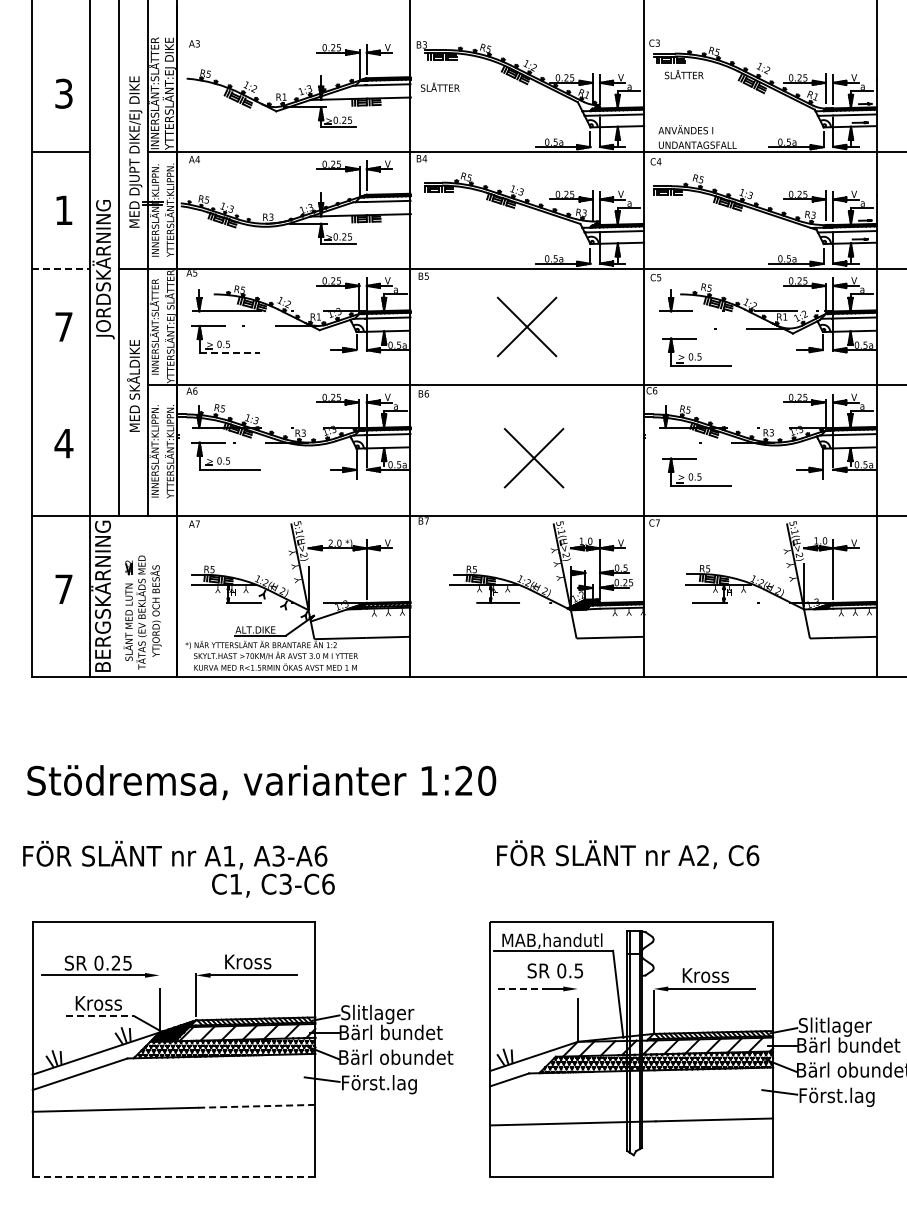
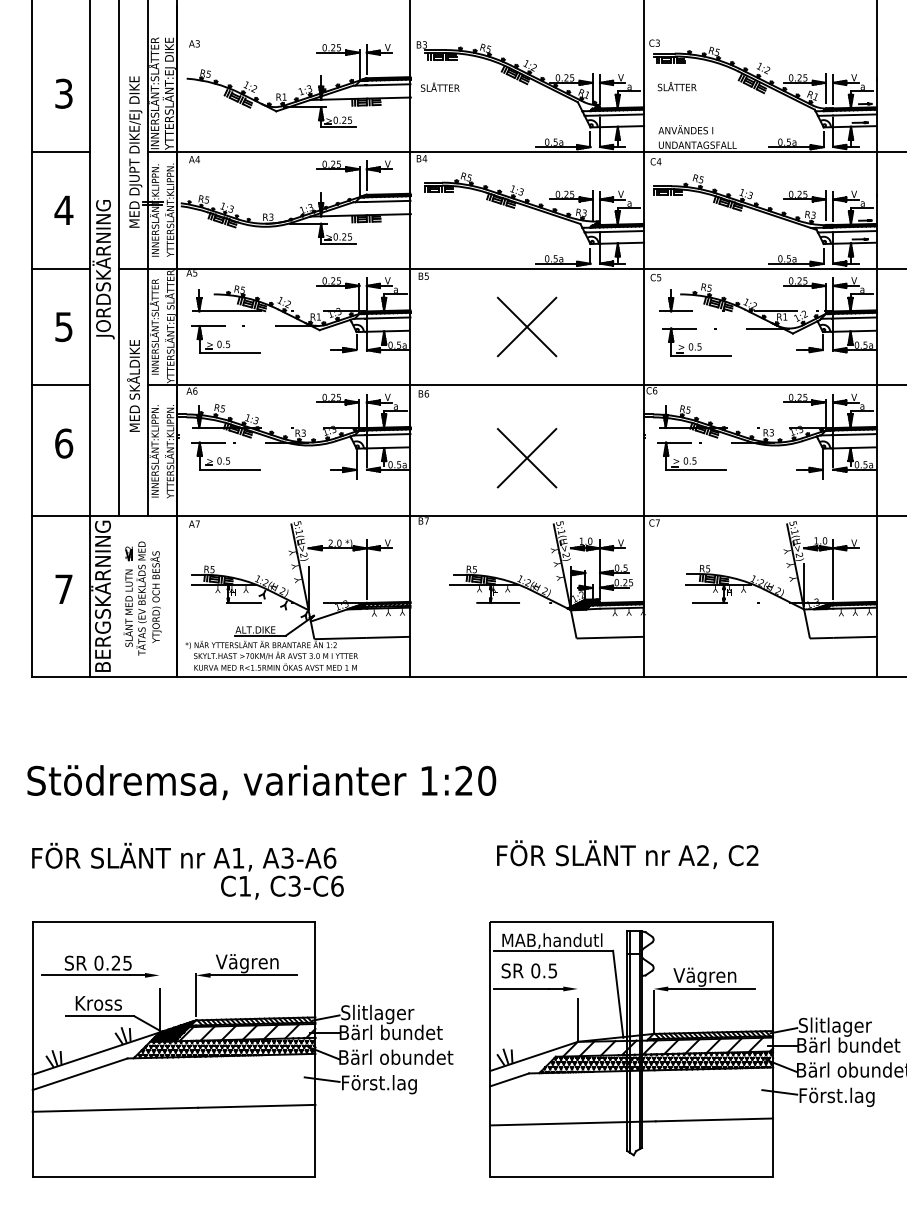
text at (683, 74) position: (683, 74) -> (676, 86)
text at (63, 209): 1 -> 4
line at (61, 268): dashed -> solid
text at (63, 327): 7 -> 5
part at (696, 351) position: (696, 351) -> (696, 341)
line at (229, 353): dashed -> solid
line at (60, 385): none -> present
text at (63, 443): 4 -> 6
part at (533, 458) position: (533, 458) -> (526, 458)
part at (696, 471) position: (696, 471) -> (691, 455)
part at (142, 612) position: (142, 612) -> (142, 598)
text at (752, 855): C6 -> C2
text at (178, 868) position: (178, 868) -> (187, 870)
text at (247, 963): Kross -> Vägren
text at (554, 970) position: (554, 970) -> (528, 970)
text at (704, 976): Kross -> Vägren
line at (521, 988): dashed -> solid
line at (100, 1016): dashed -> solid
line at (256, 1106): dashed -> solid
line at (174, 1176): dashed -> solid
